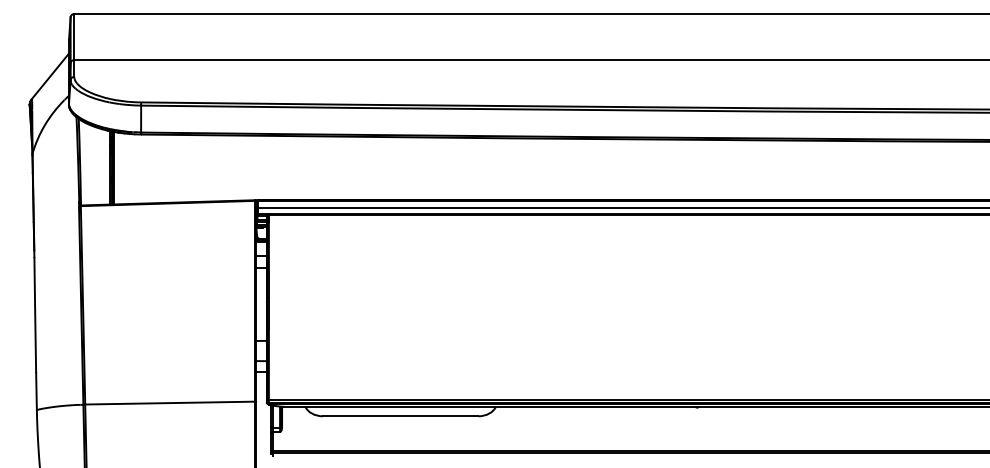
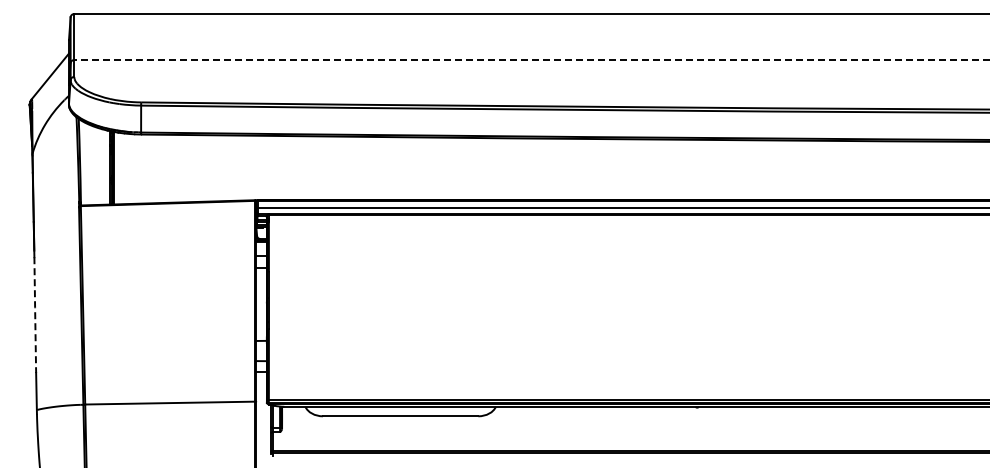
line at (531, 60): solid -> dashed
line at (35, 314): solid -> dashed
